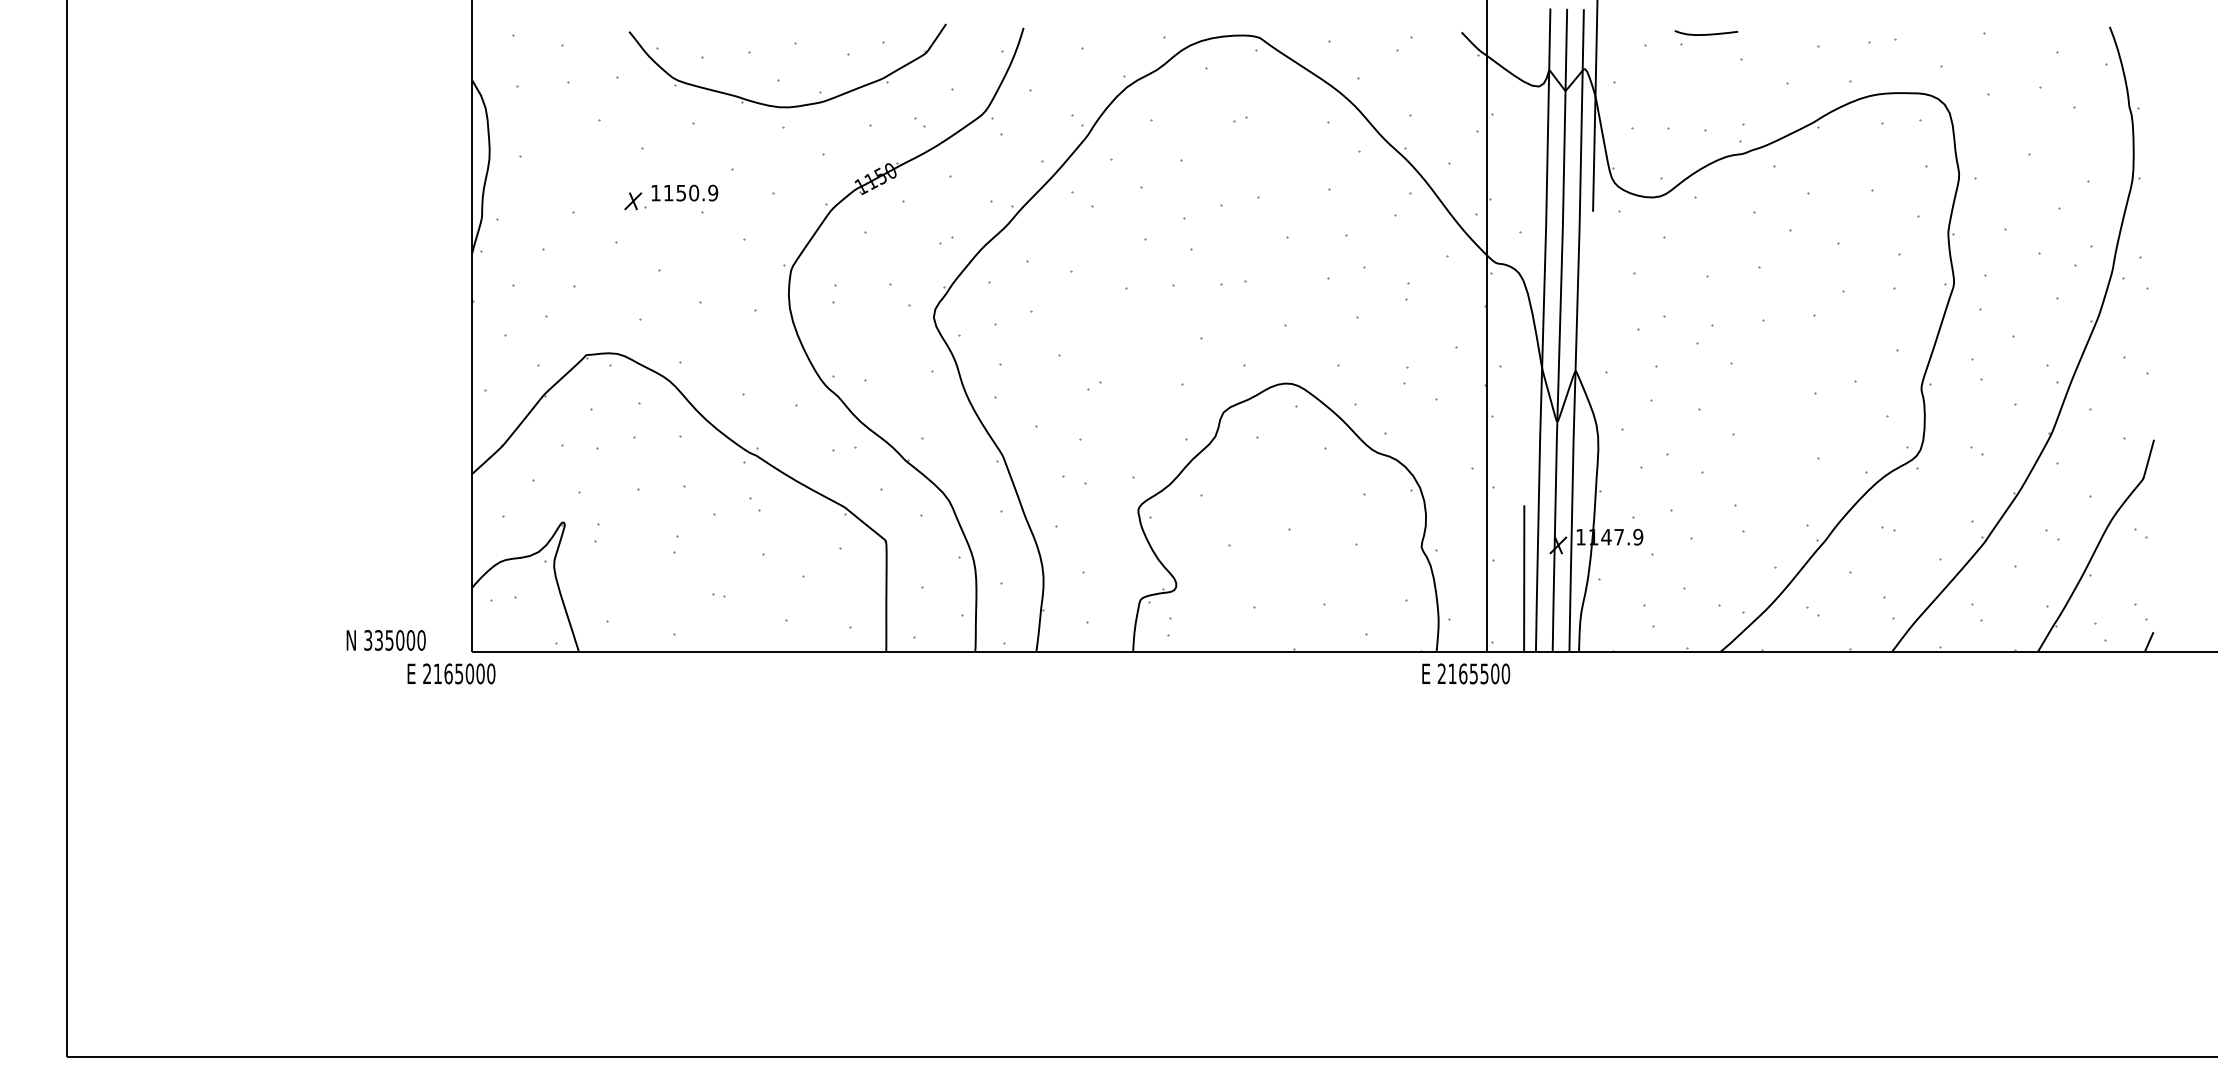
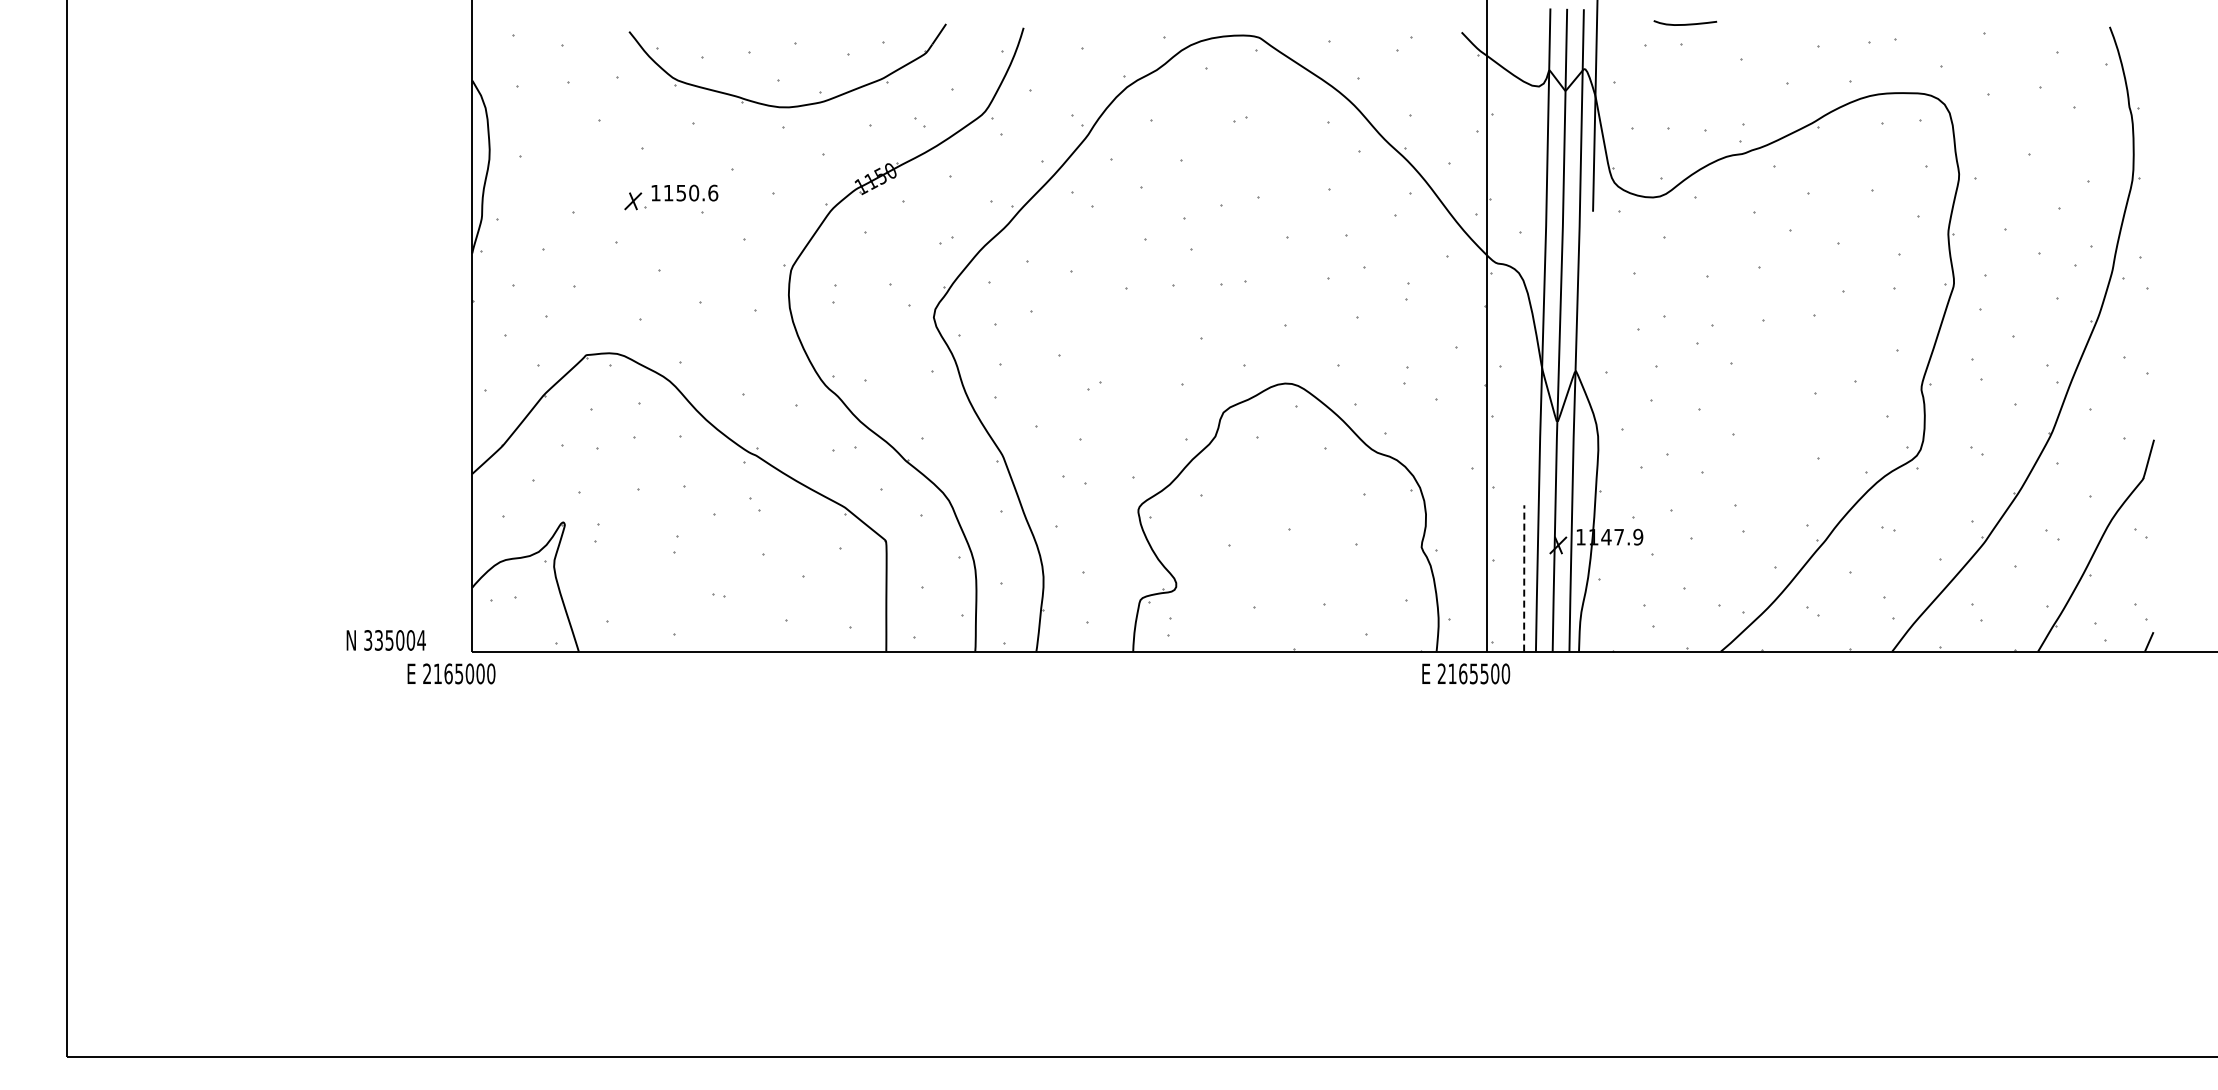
curve at (1706, 33) position: (1706, 33) -> (1685, 23)
text at (713, 192): 1150.9 -> 1150.6
line at (1524, 577): solid -> dashed
text at (421, 640): 335000 -> 335004
